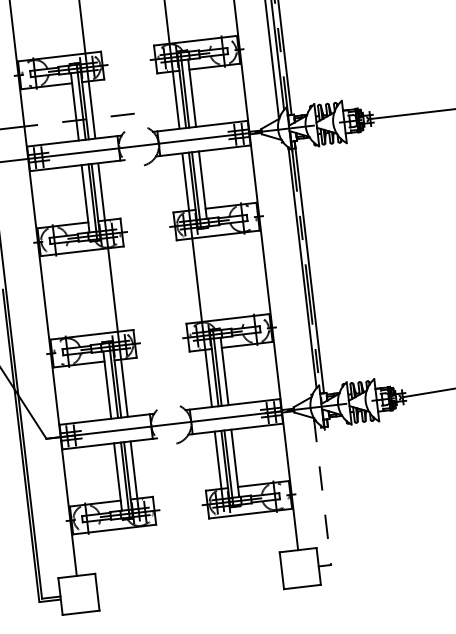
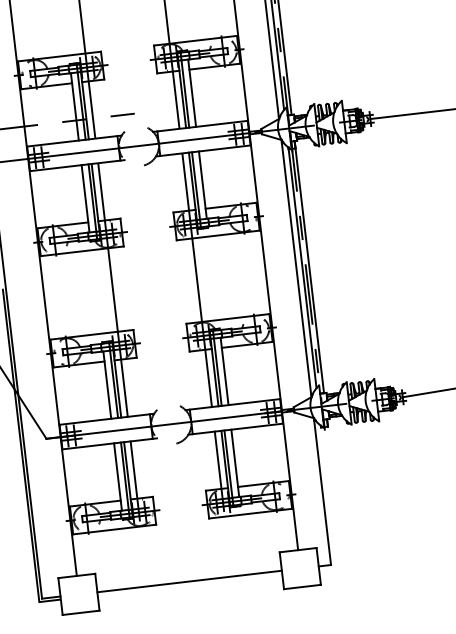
line at (296, 268): none -> present
line at (322, 491): dashed -> solid
line at (189, 581): none -> present
